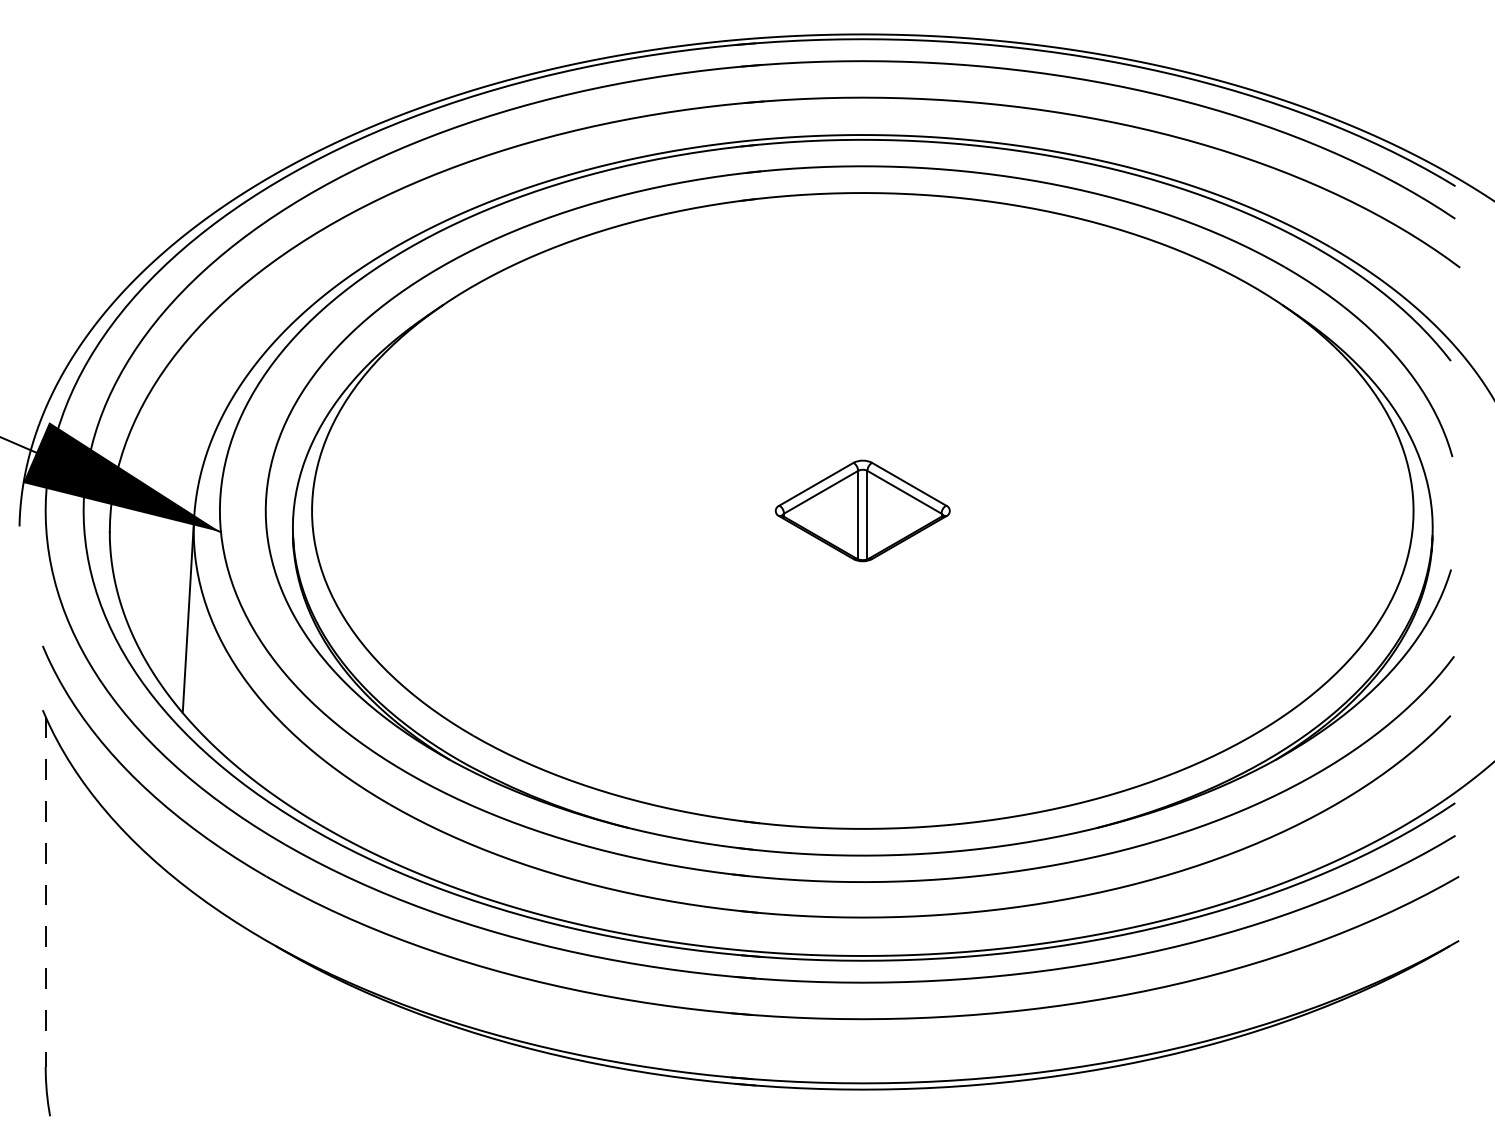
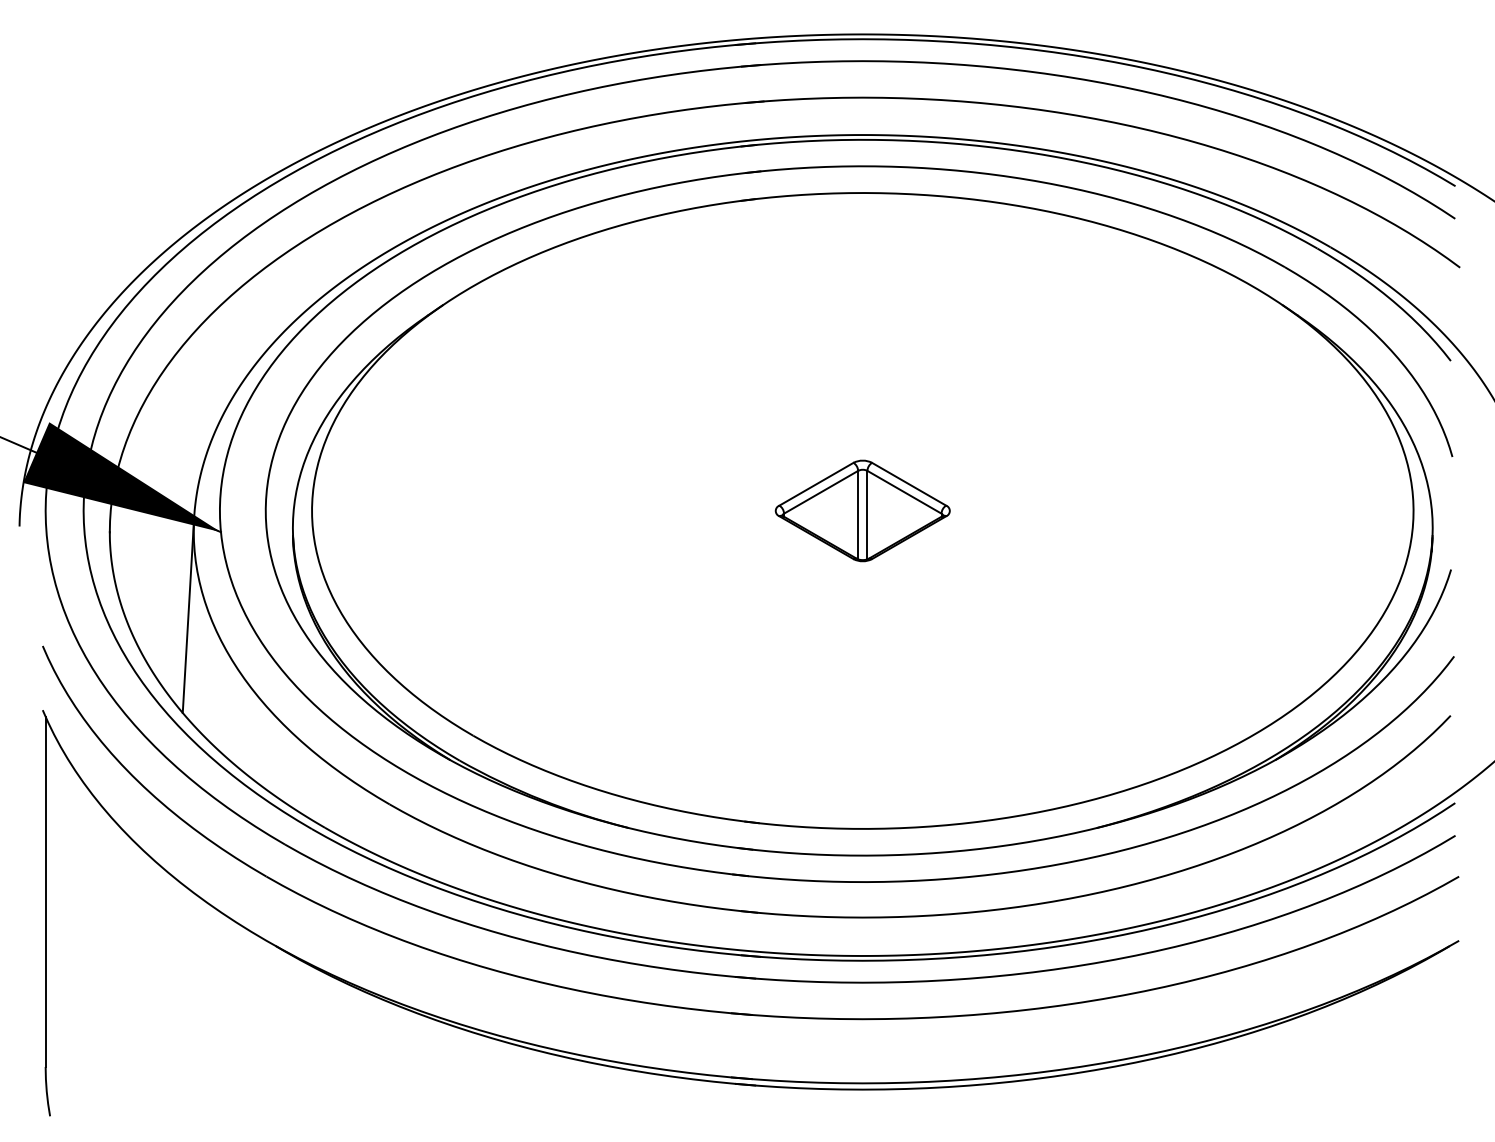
line at (45, 892): dashed -> solid
